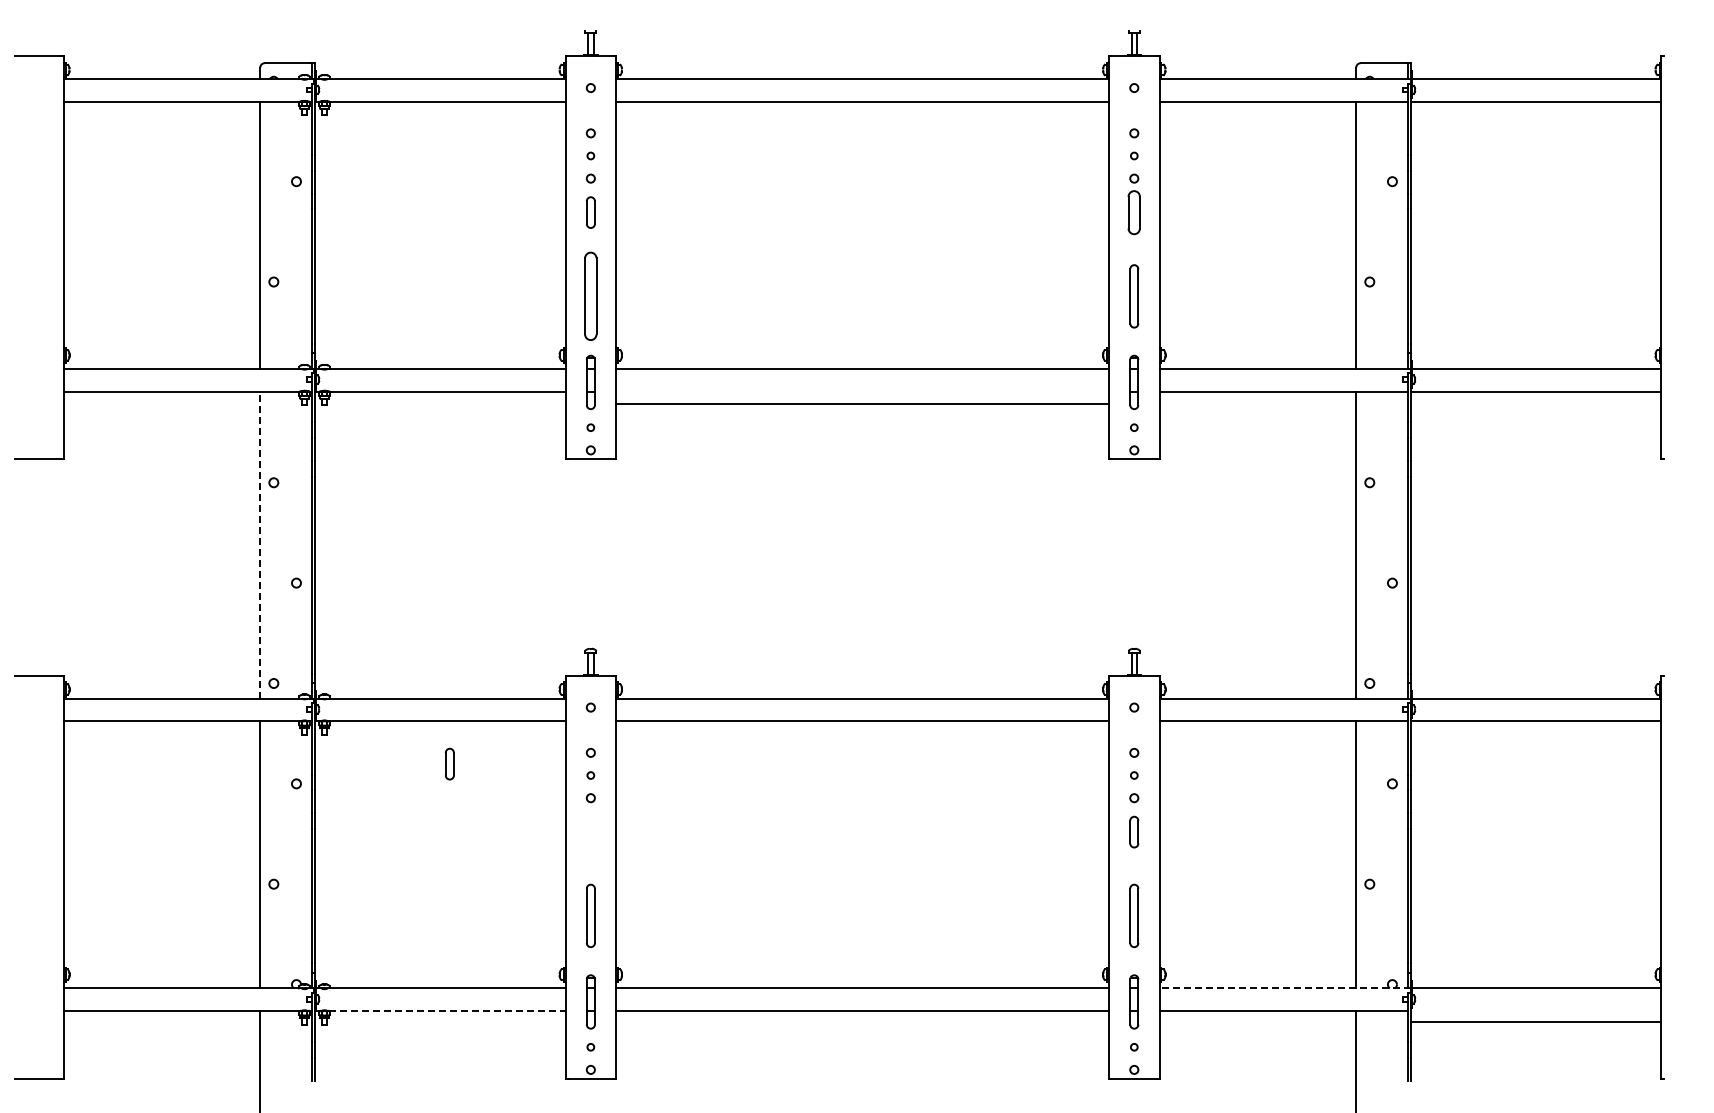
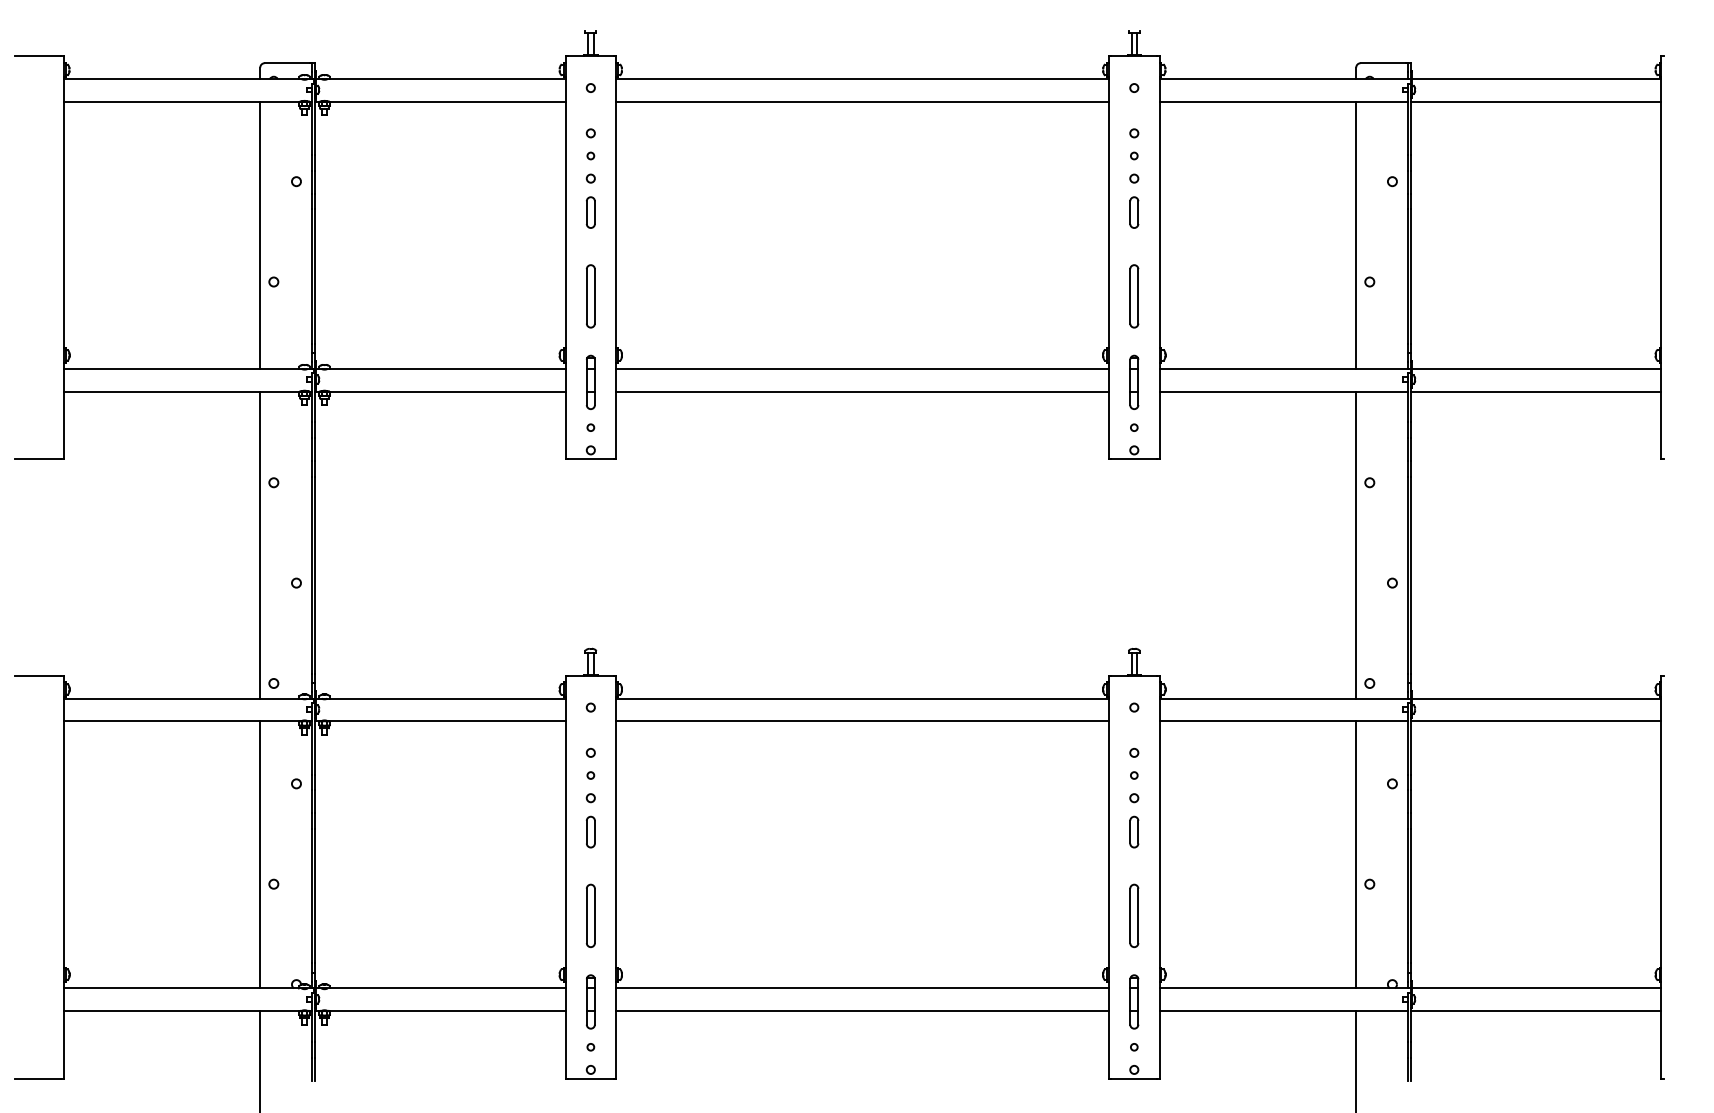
part at (1133, 212) size: 14x46 px -> 11x33 px
part at (590, 295) size: 14x90 px -> 10x65 px
line at (862, 403) position: (862, 403) -> (862, 391)
line at (260, 545): dashed -> solid
part at (449, 763) position: (449, 763) -> (590, 831)
line at (1284, 988): dashed -> solid
line at (447, 1011): dashed -> solid
line at (1535, 1022) position: (1535, 1022) -> (1535, 1011)
